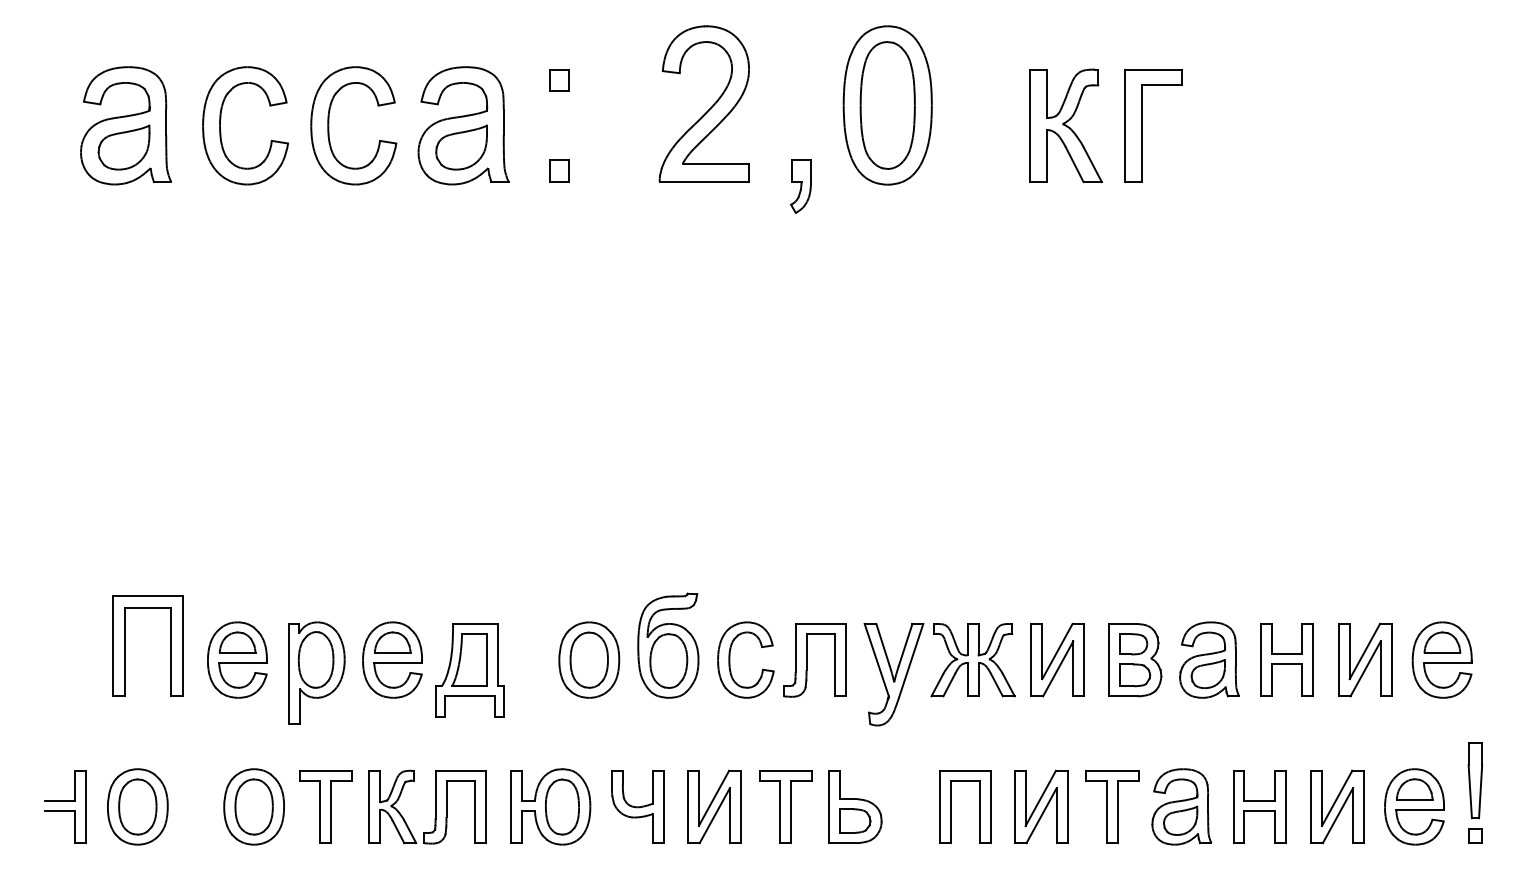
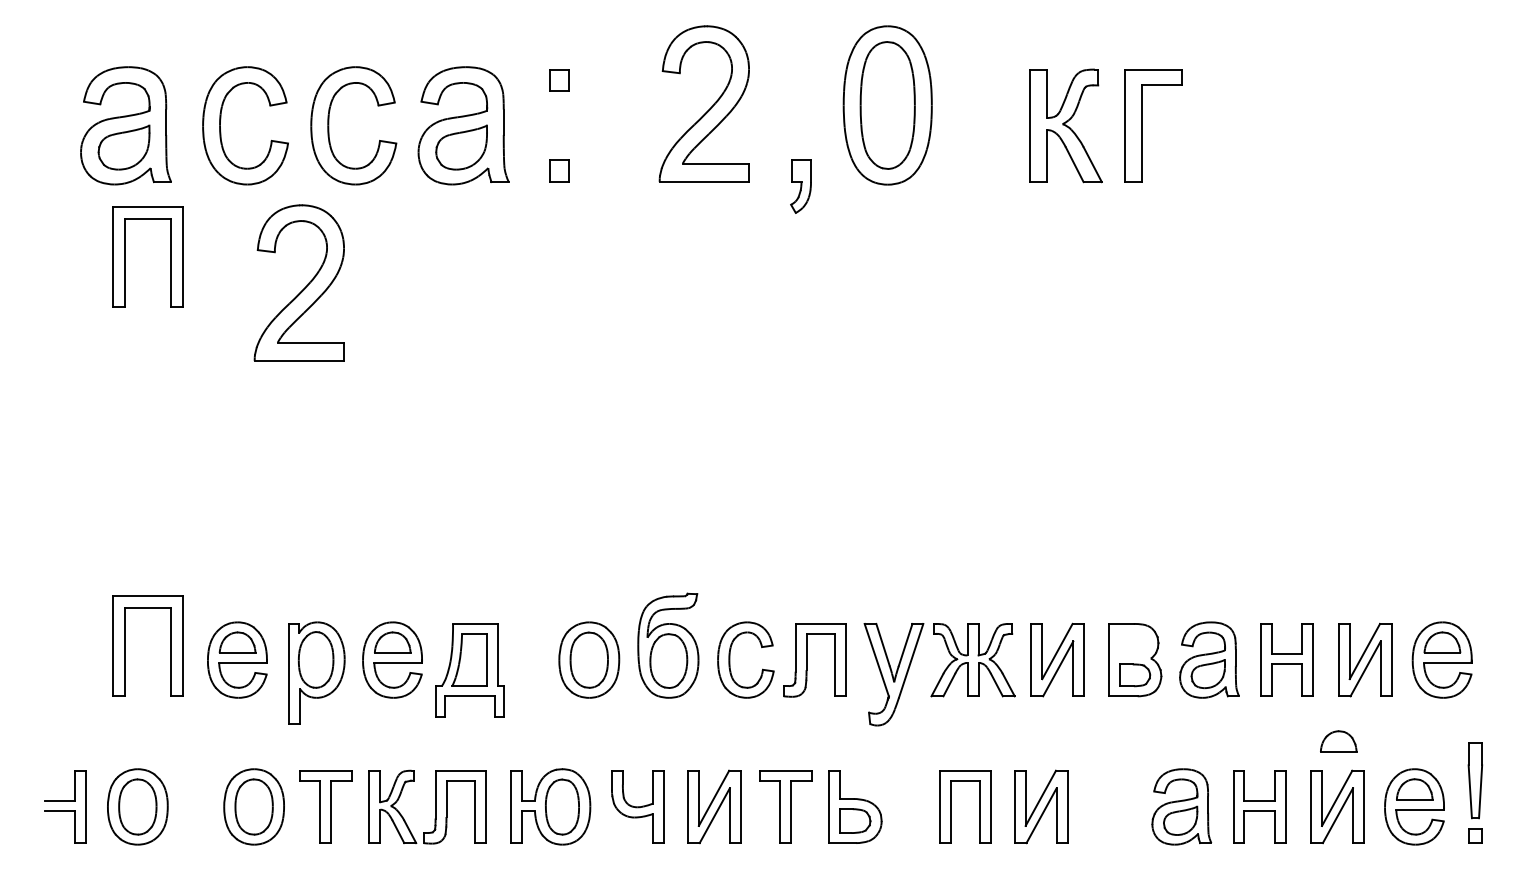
part at (125, 256): none -> present
part at (304, 287): none -> present
part at (1133, 644): present -> none
part at (1338, 741): none -> present
part at (1112, 806): present -> none
